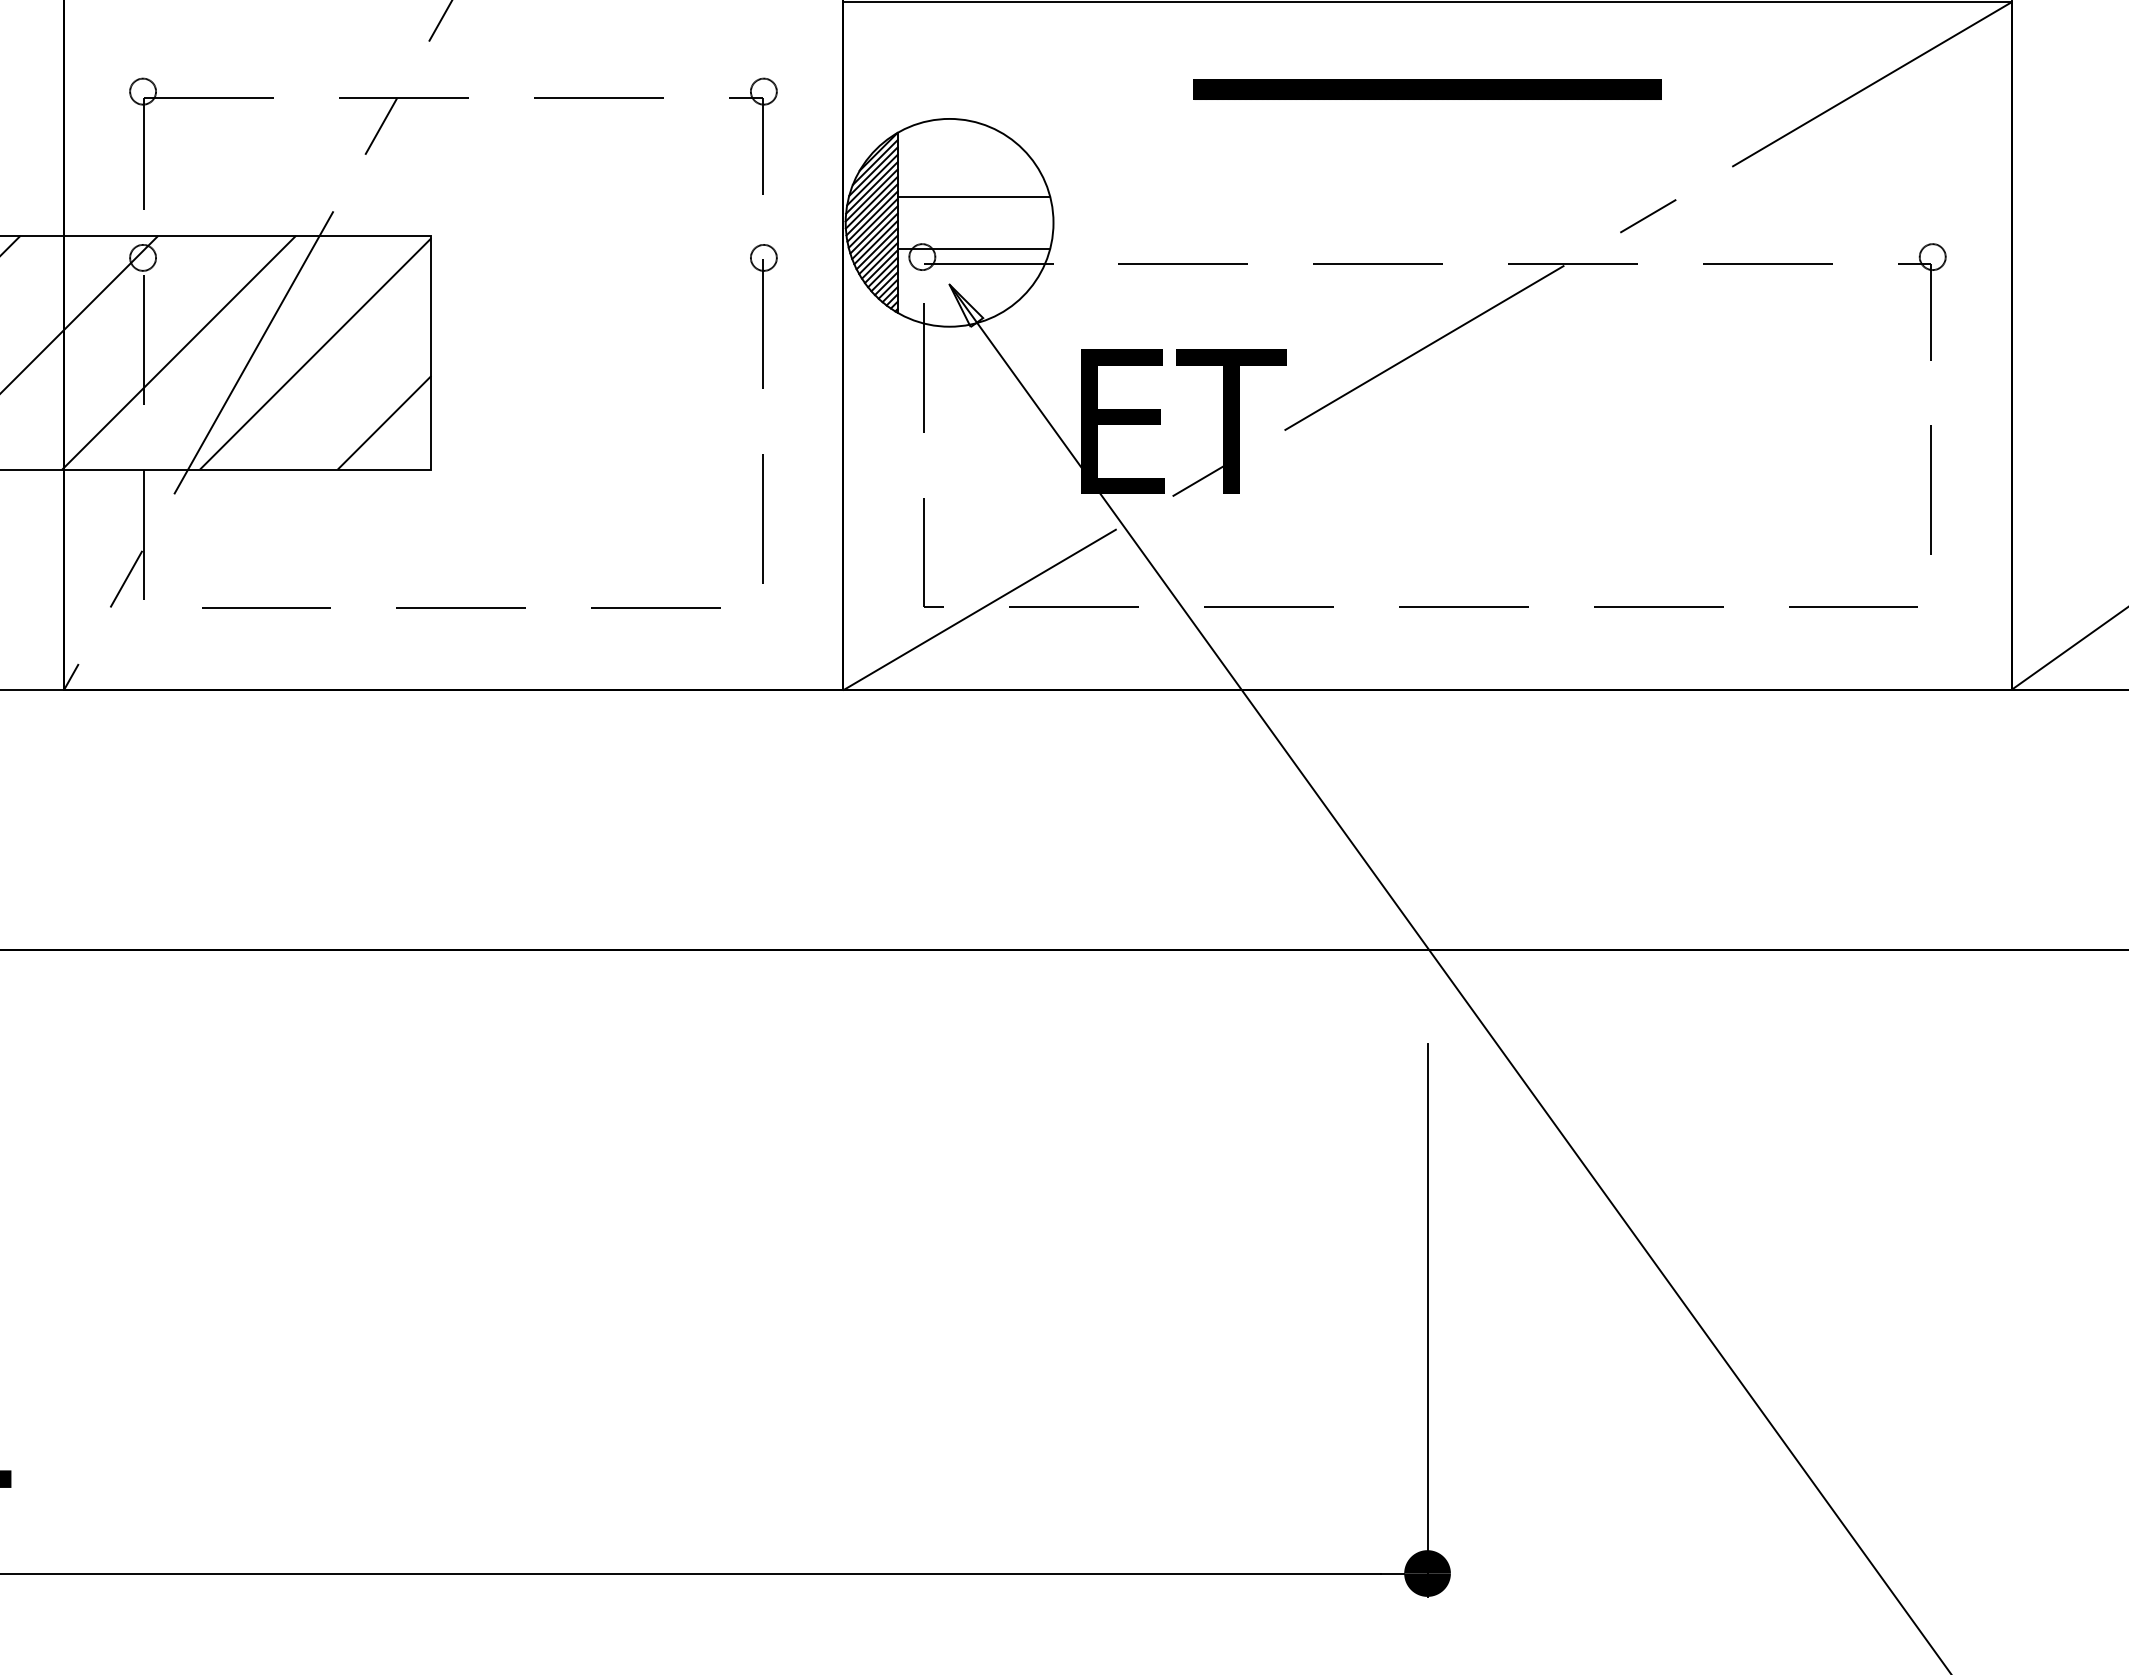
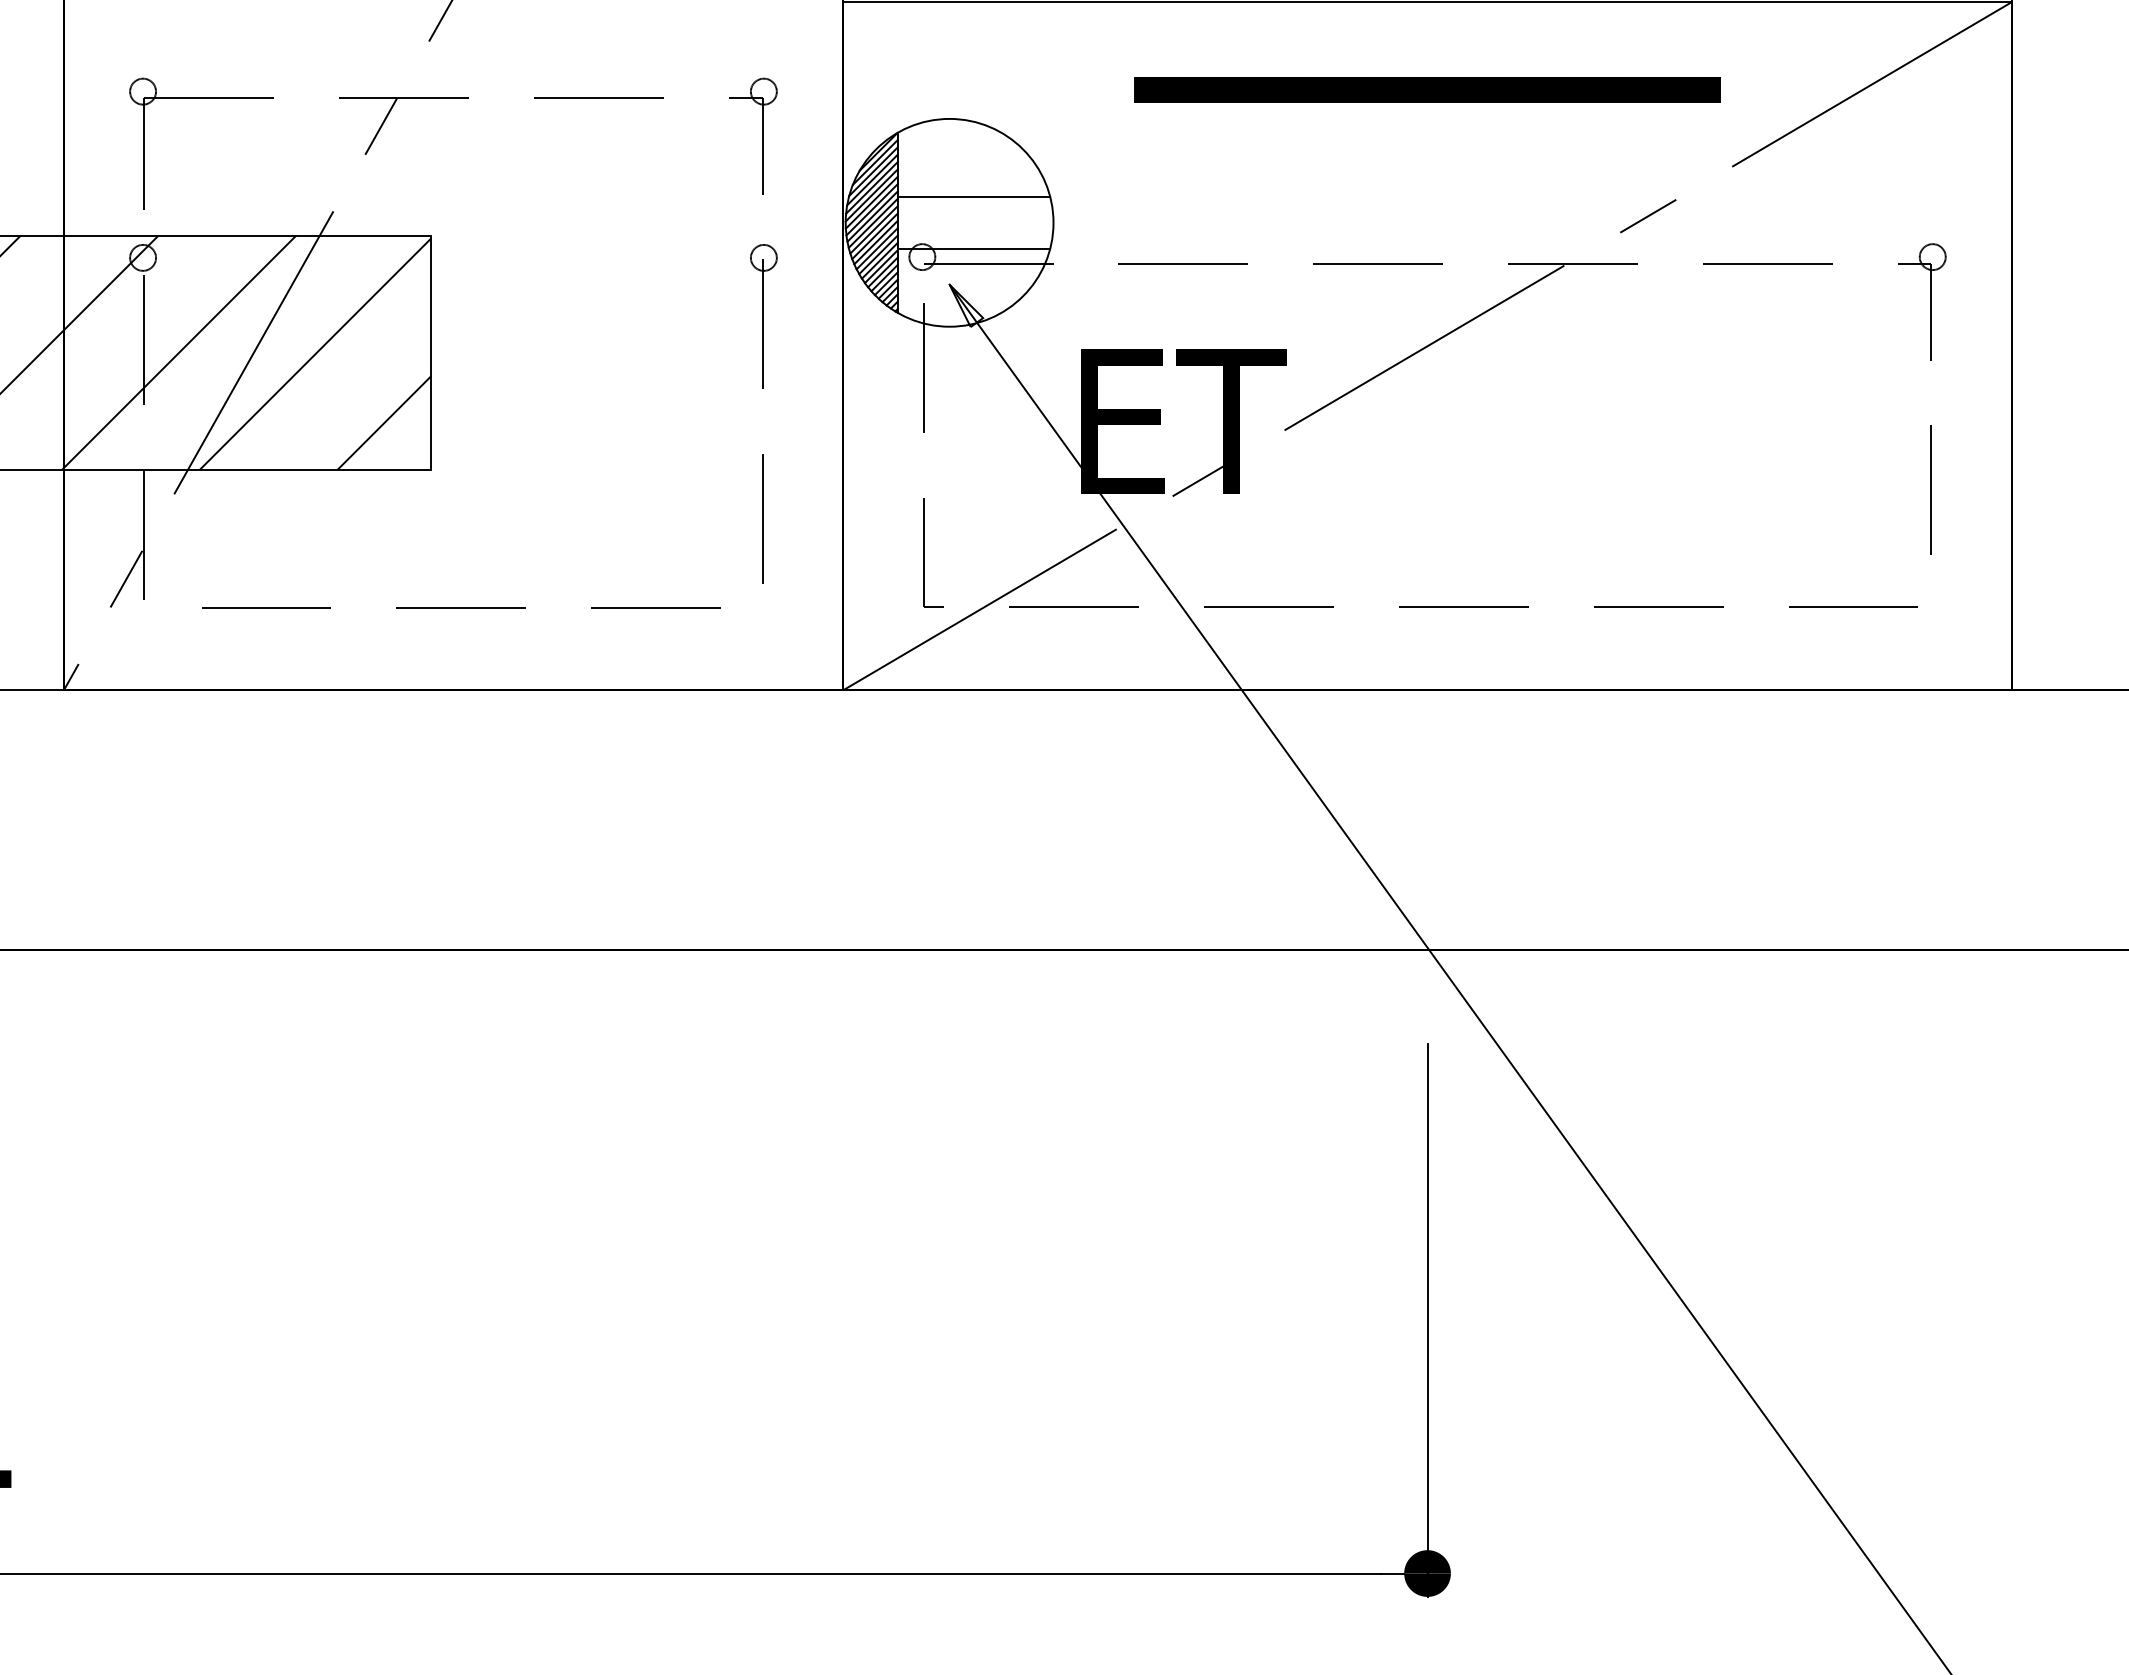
part at (1427, 89) size: 469x21 px -> 587x26 px
line at (2068, 649): present -> none
